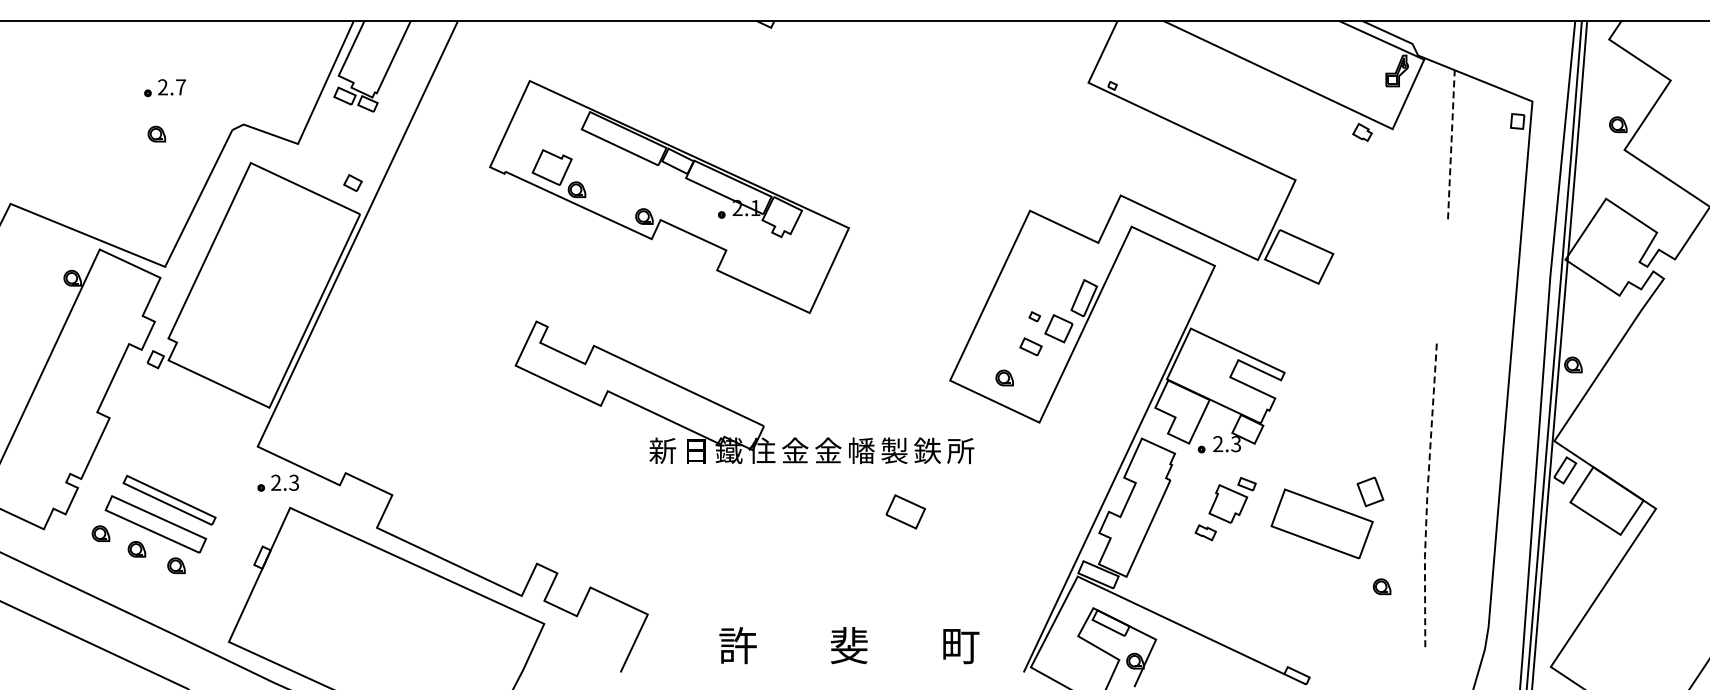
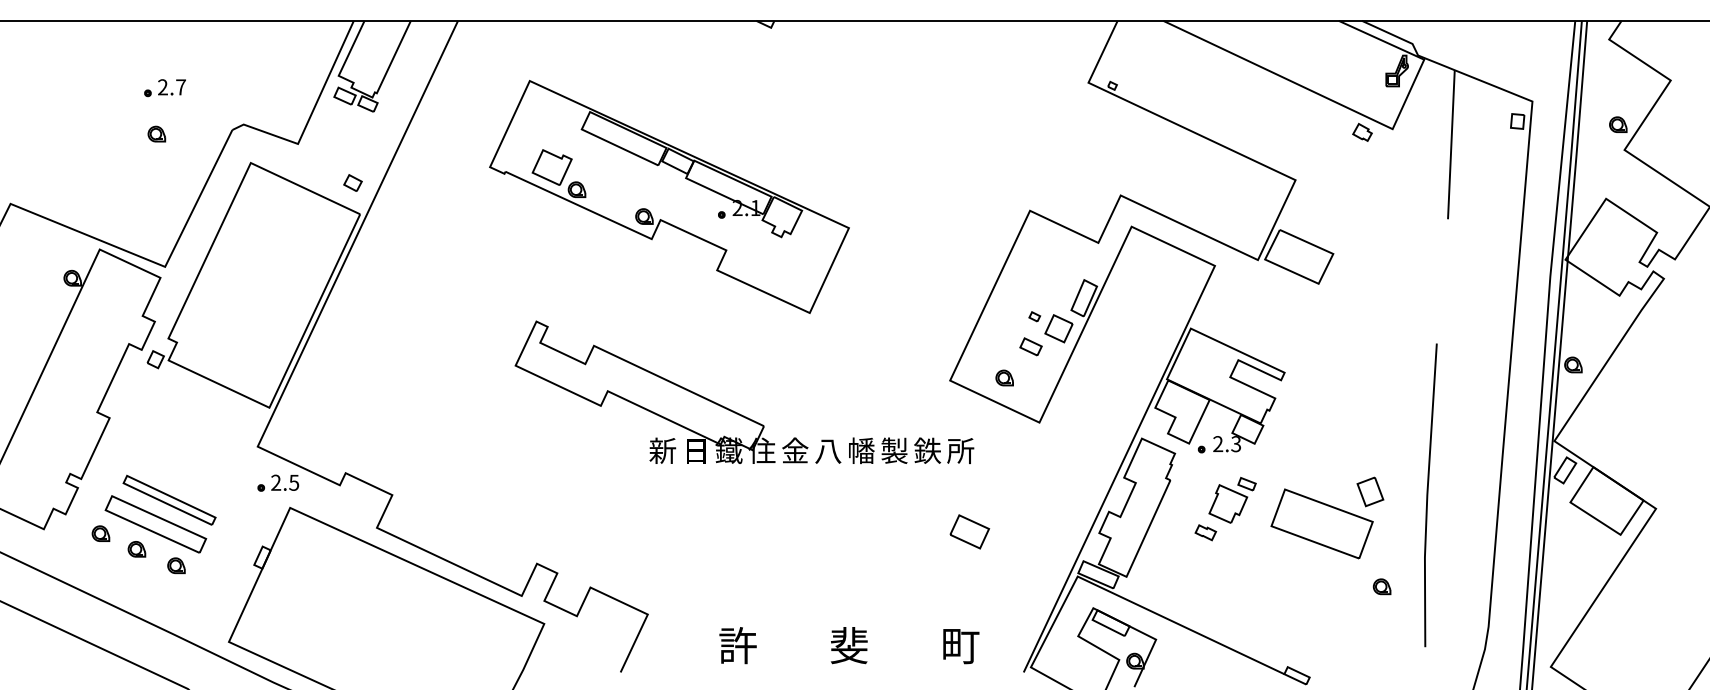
line at (1451, 144): dashed -> solid
text at (828, 450): 金 -> 八
text at (294, 482): 2.3 -> 2.5
line at (1427, 495): dashed -> solid
part at (905, 511) position: (905, 511) -> (969, 531)
